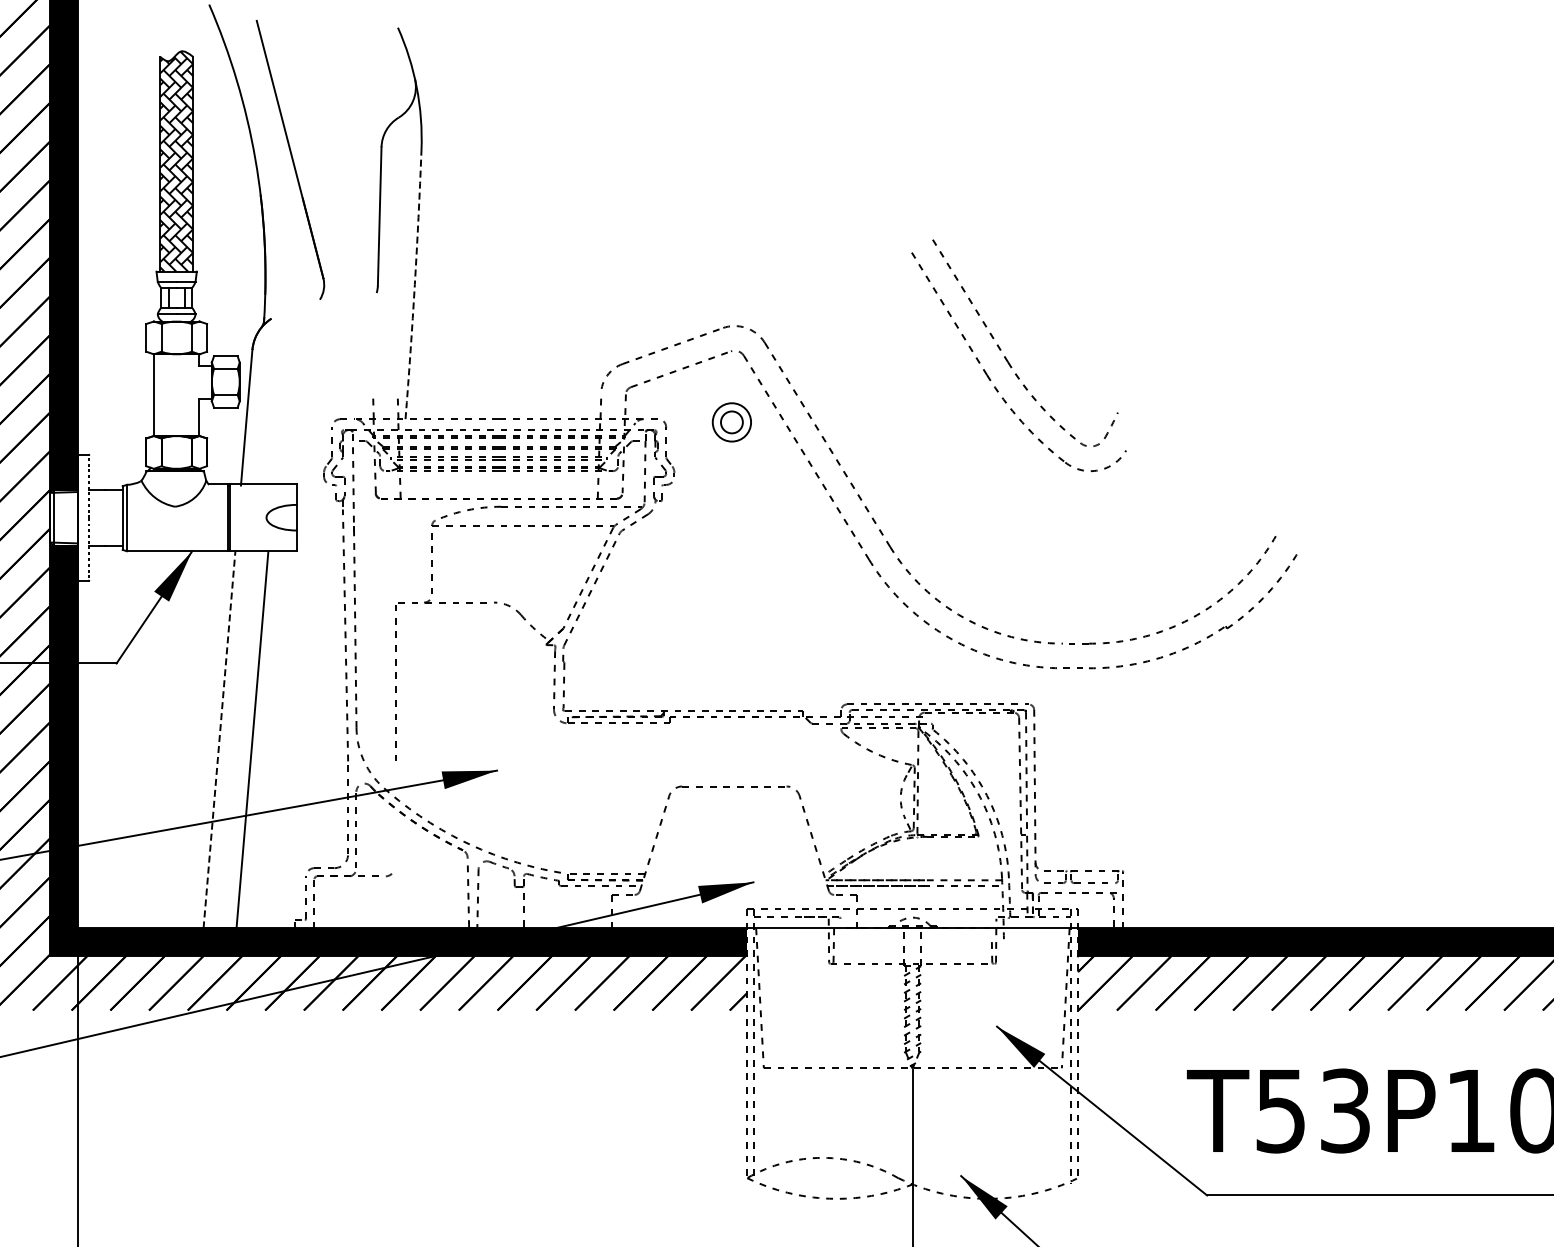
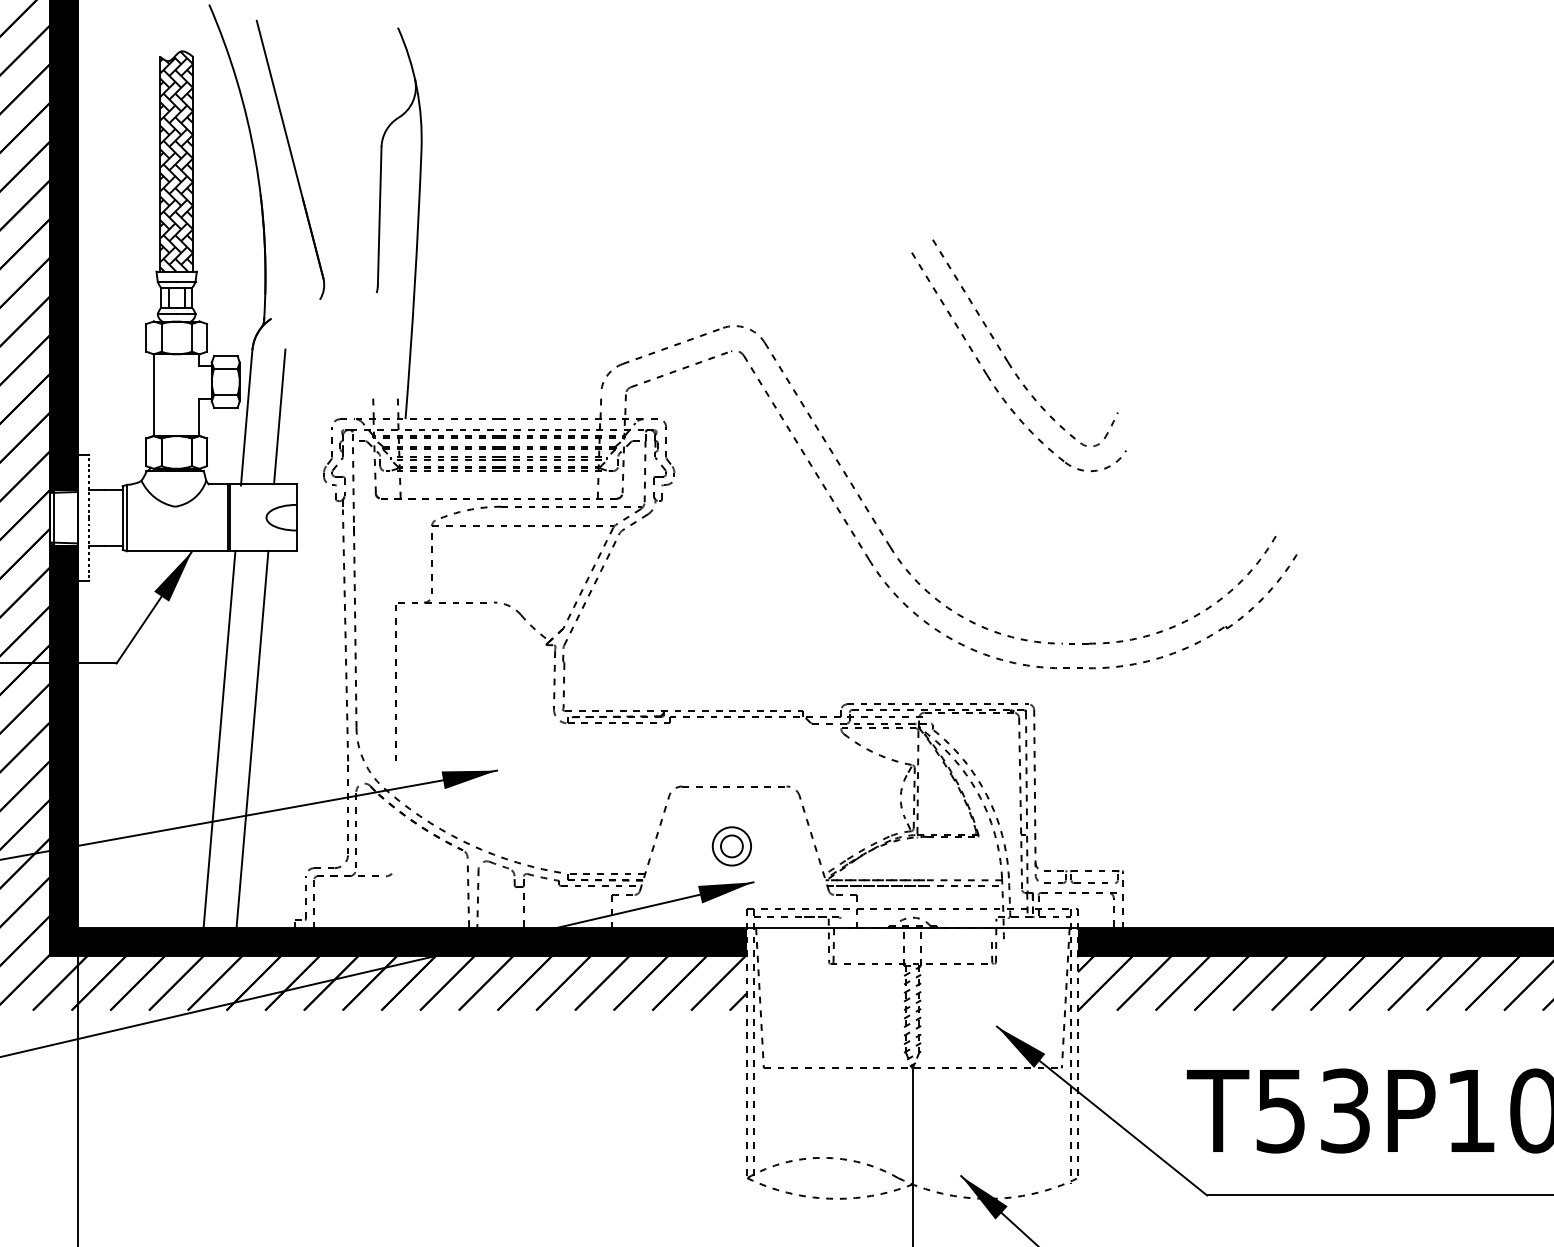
arc at (414, 284): dashed -> solid
line at (279, 416): none -> present
part at (731, 422) position: (731, 422) -> (731, 846)
line at (219, 739): dashed -> solid
